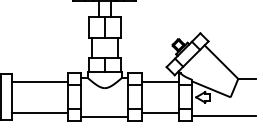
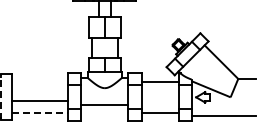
line at (39, 81) position: (39, 81) -> (39, 100)
line at (0, 97): solid -> dashed
line at (39, 112): solid -> dashed
line at (104, 116) position: (104, 116) -> (104, 104)
